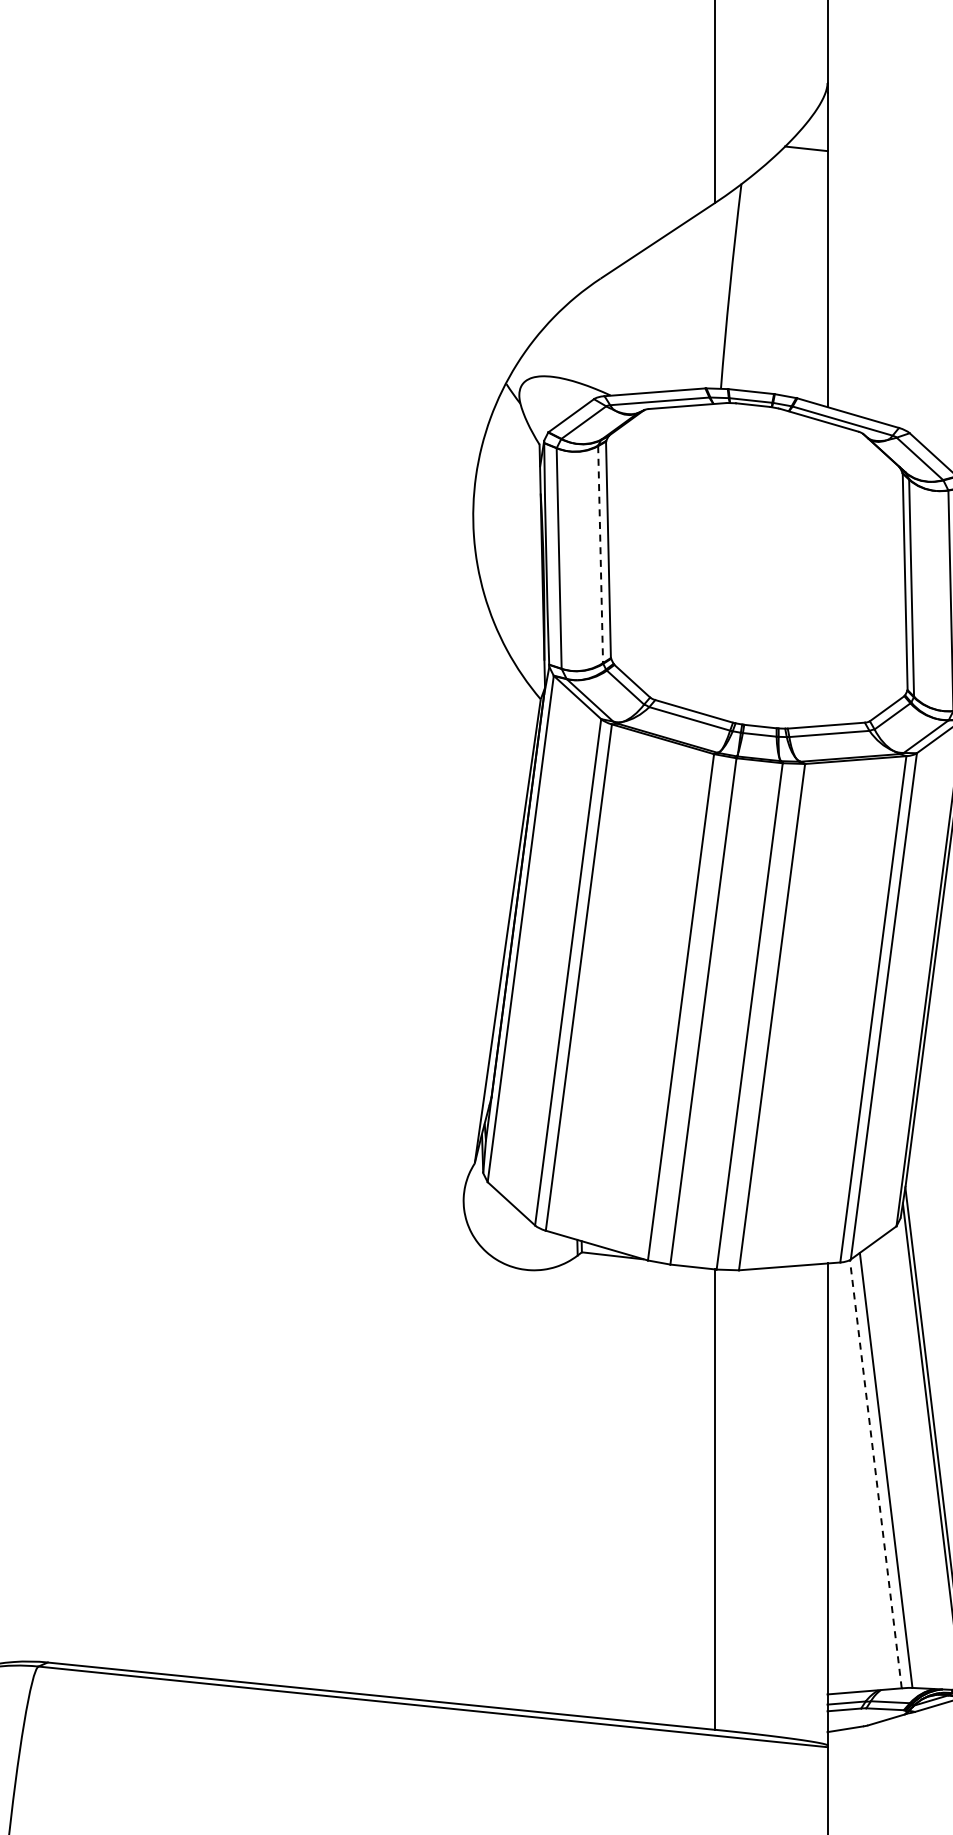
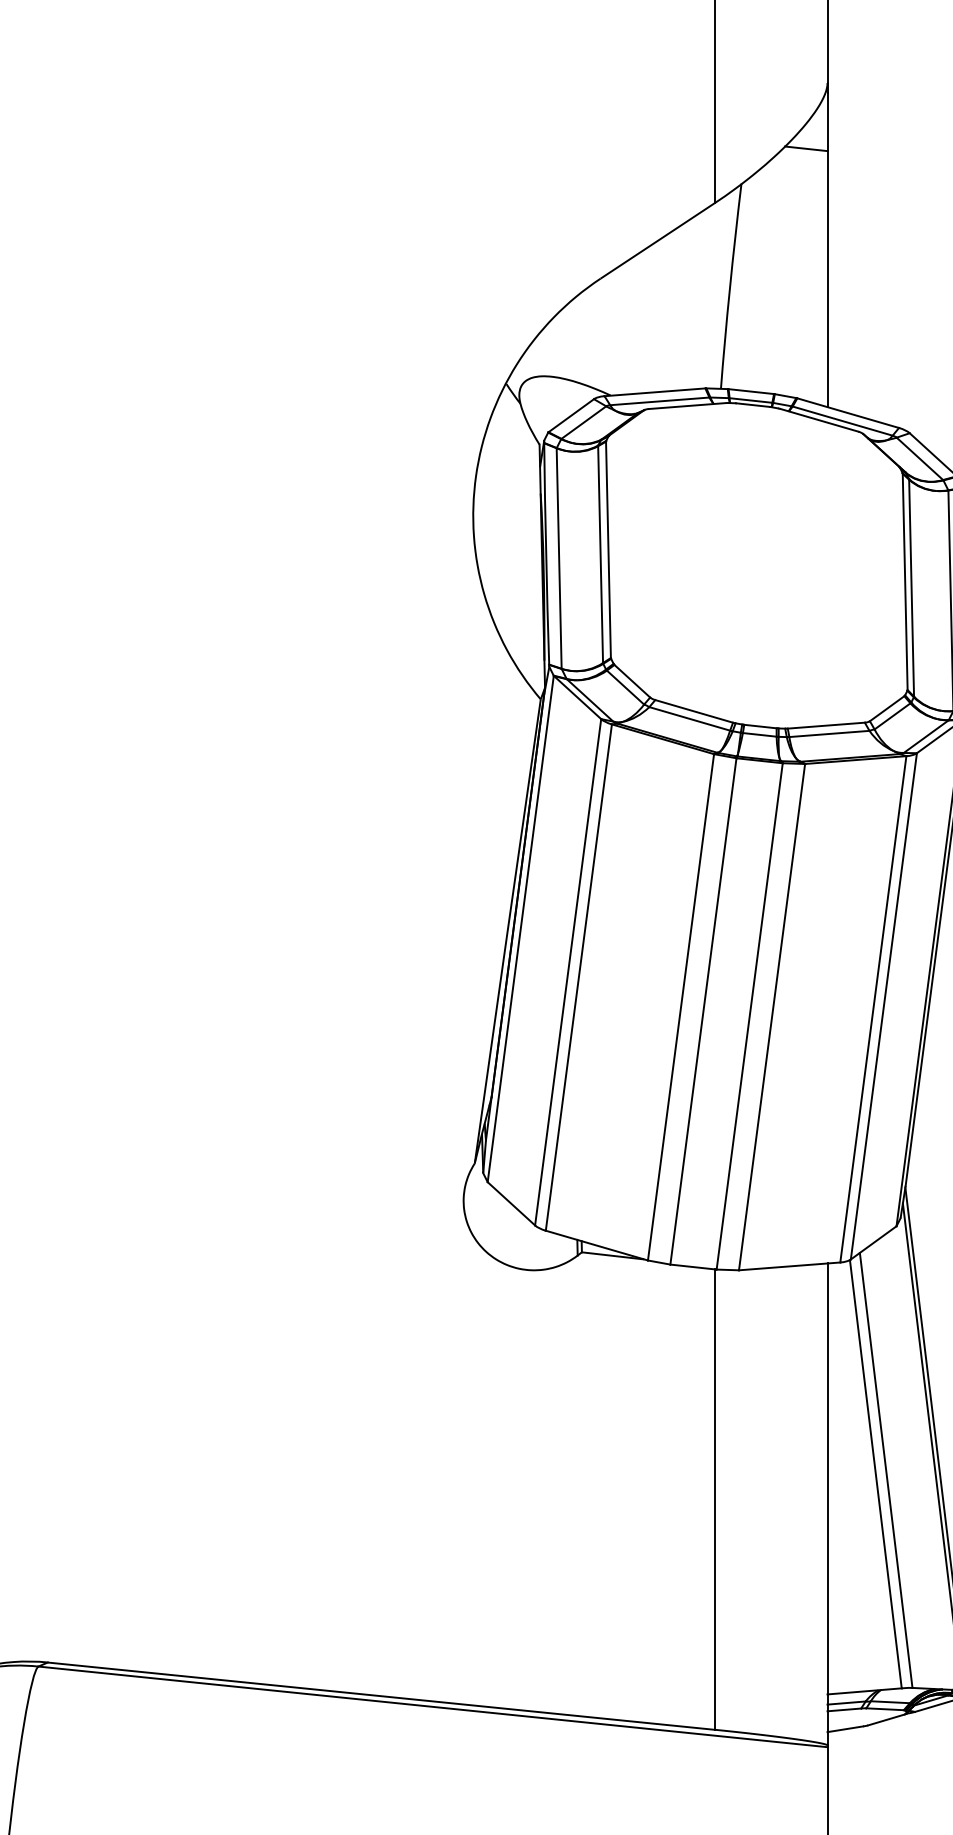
line at (600, 555): dashed -> solid
line at (875, 1474): dashed -> solid
